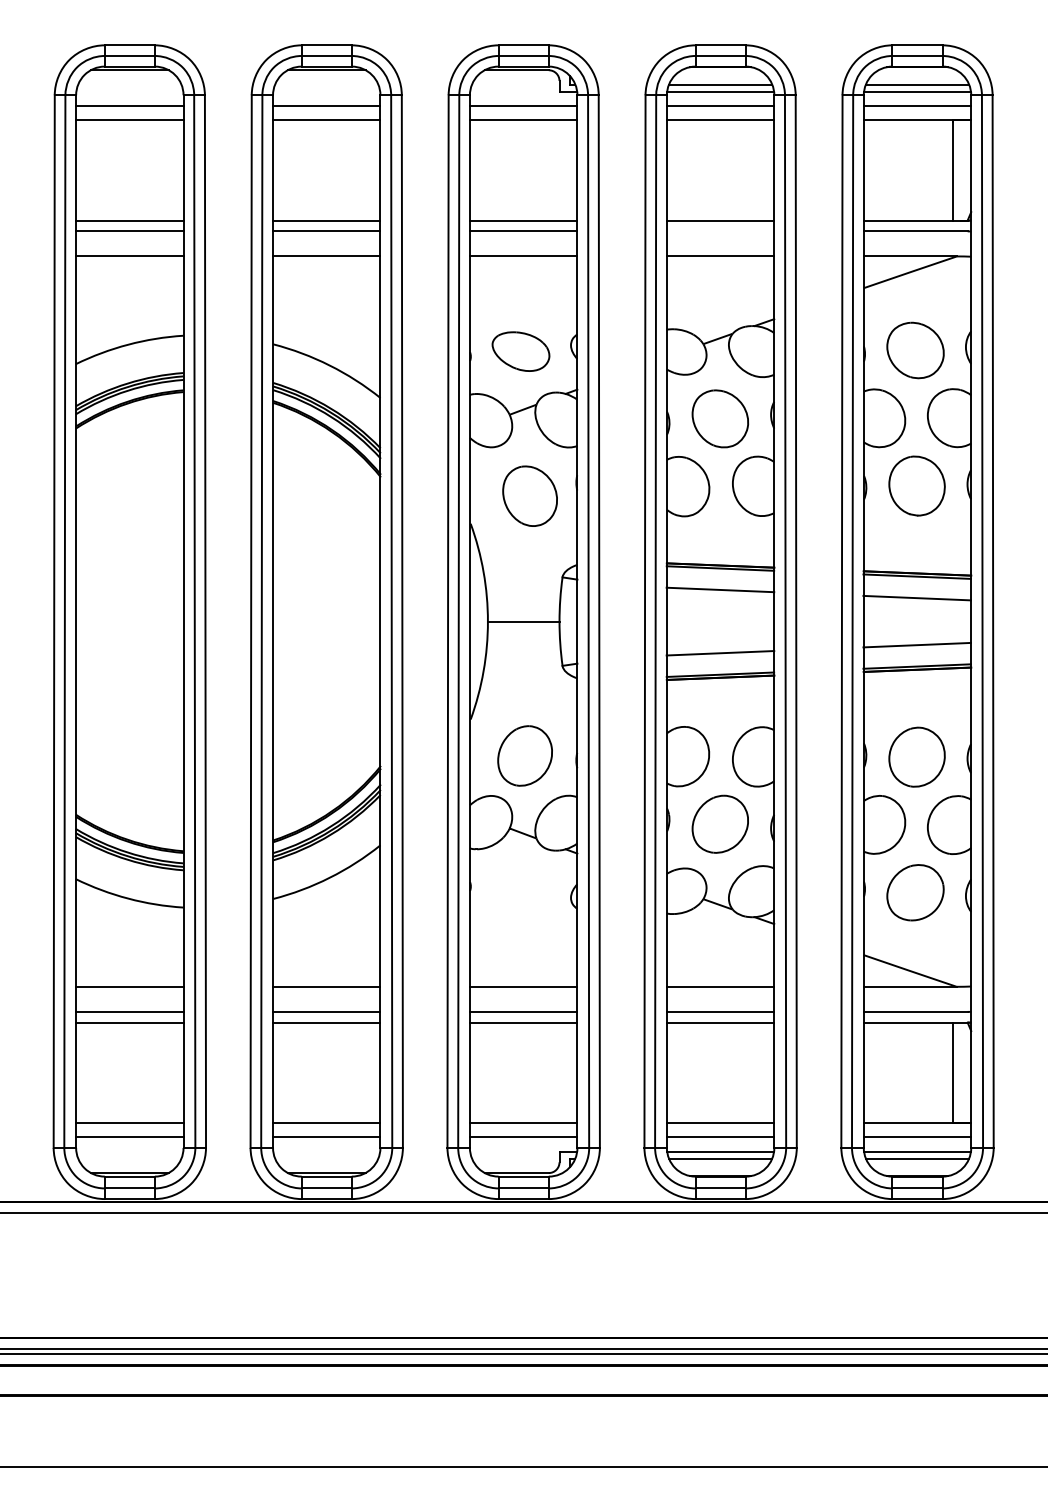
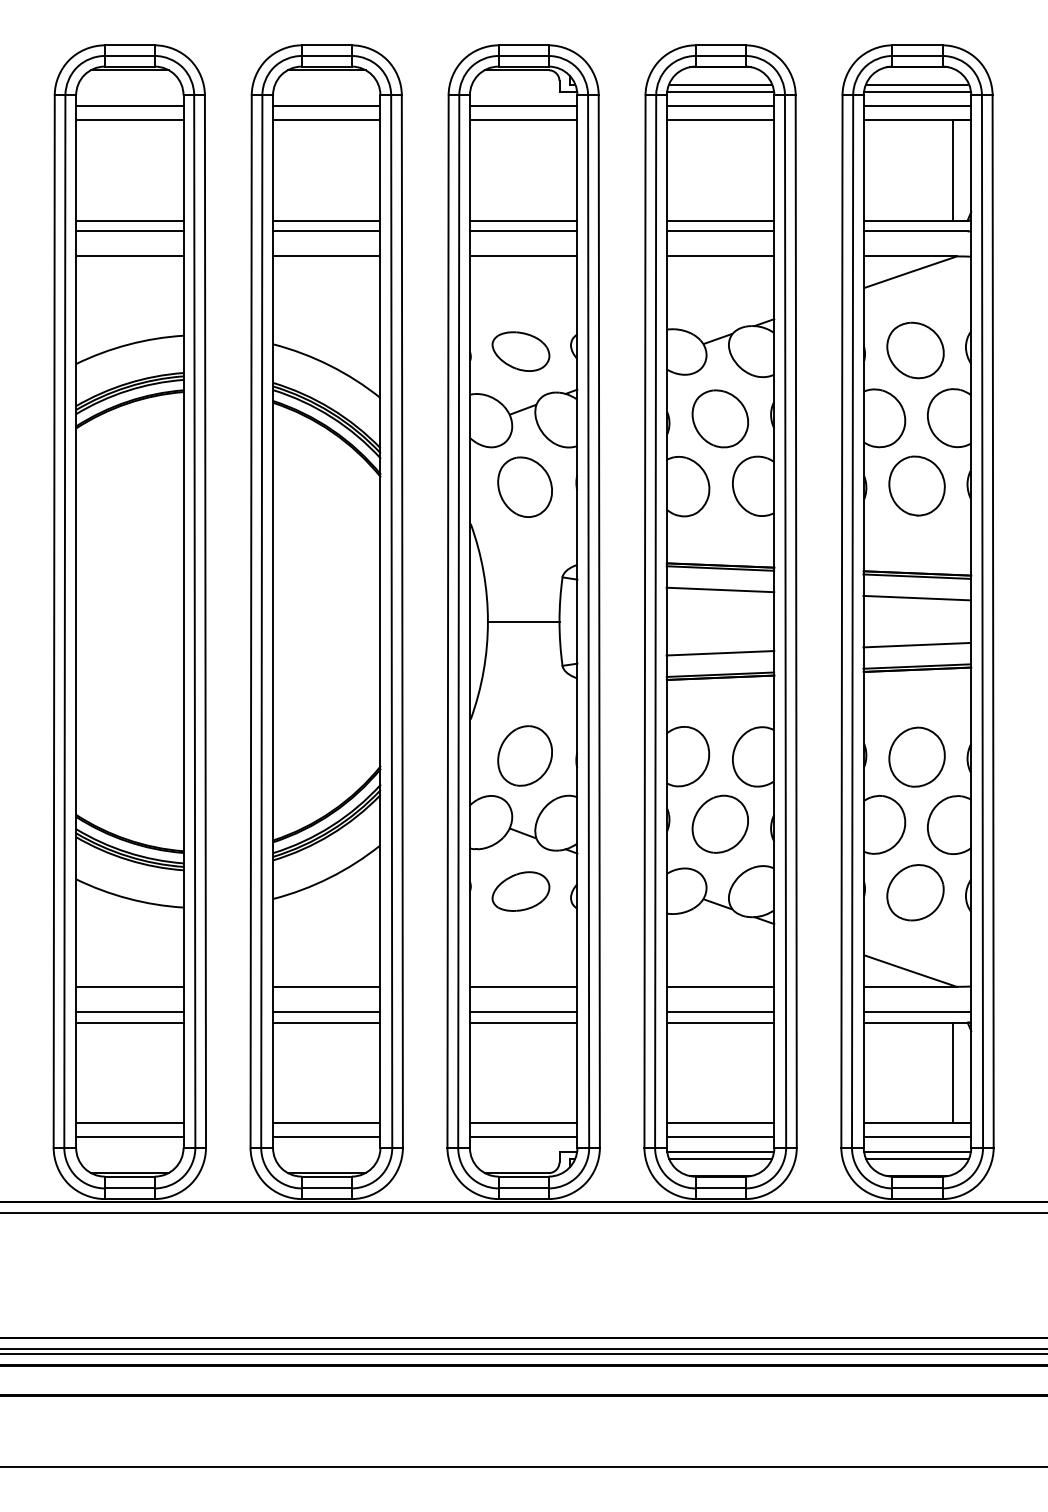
line at (720, 231): none -> present
part at (529, 495) position: (529, 495) -> (524, 486)
part at (520, 891): none -> present
